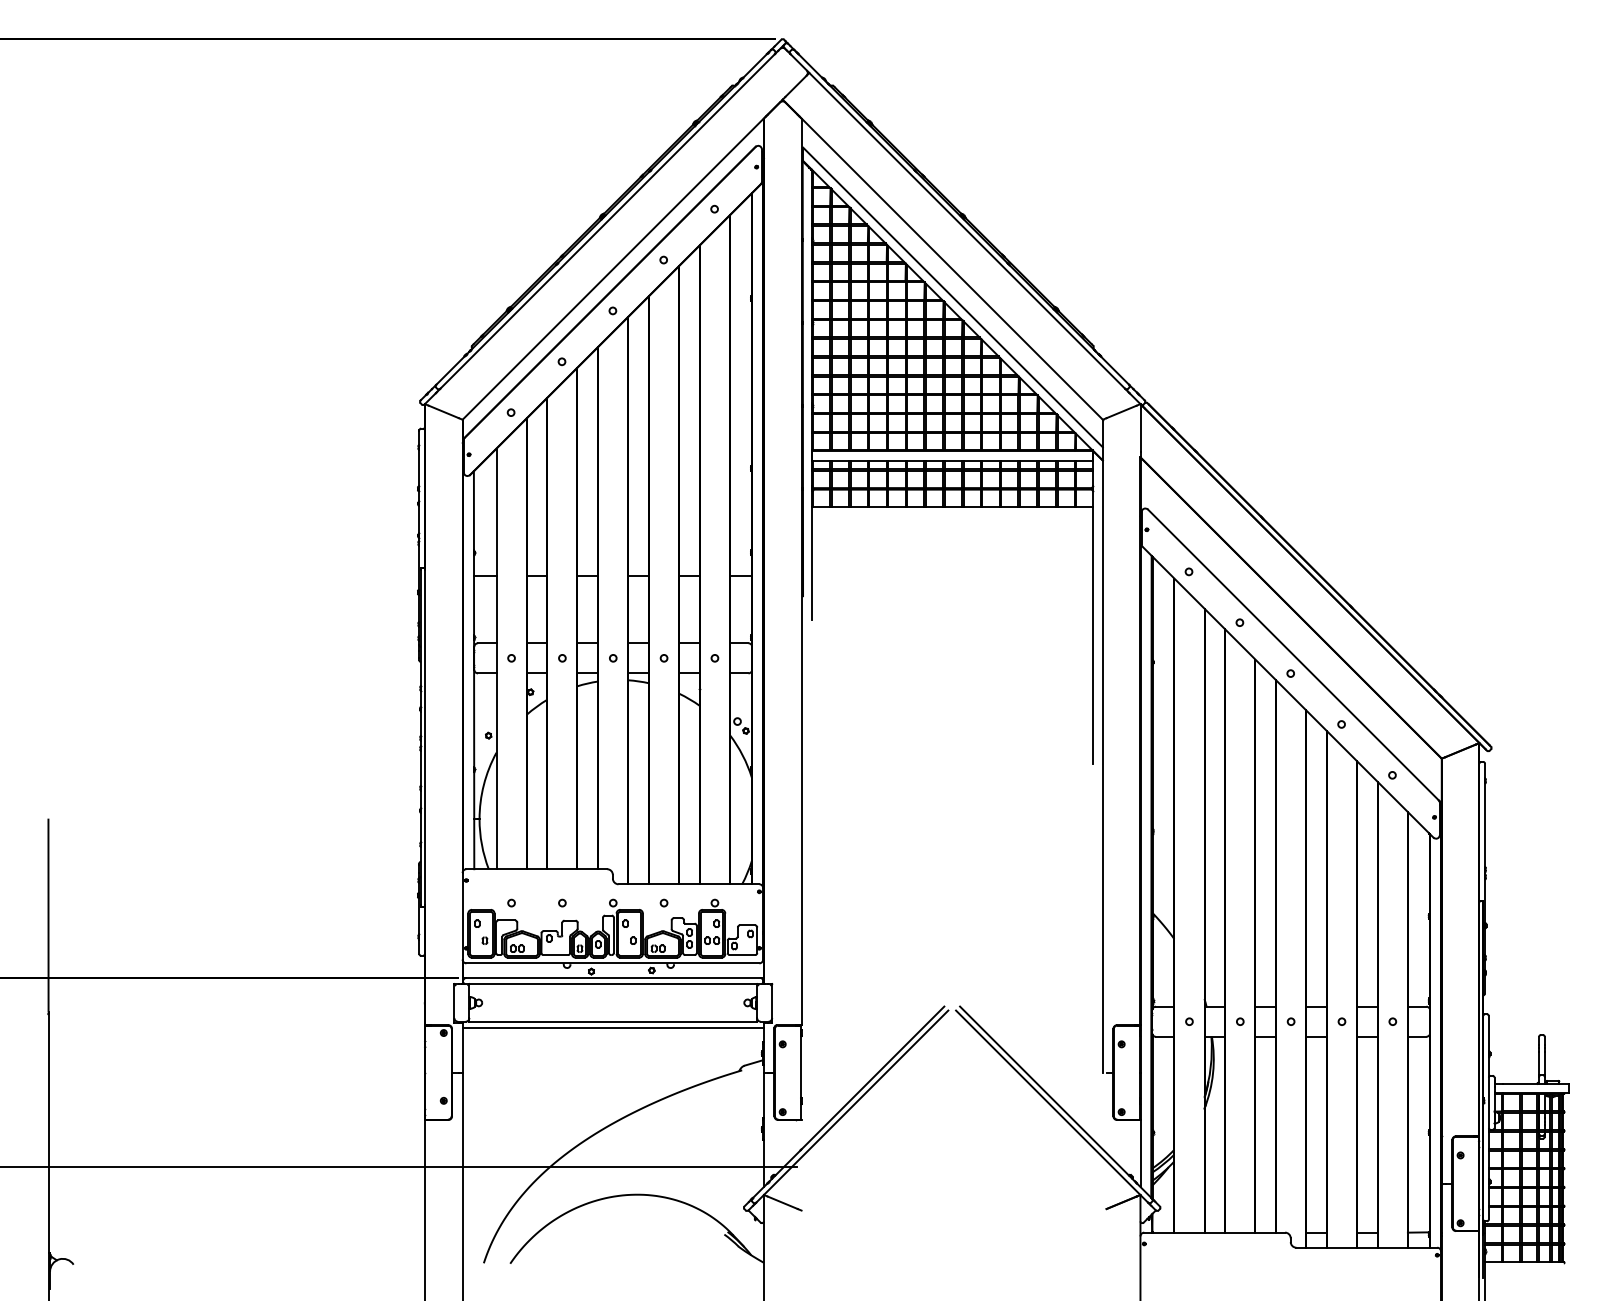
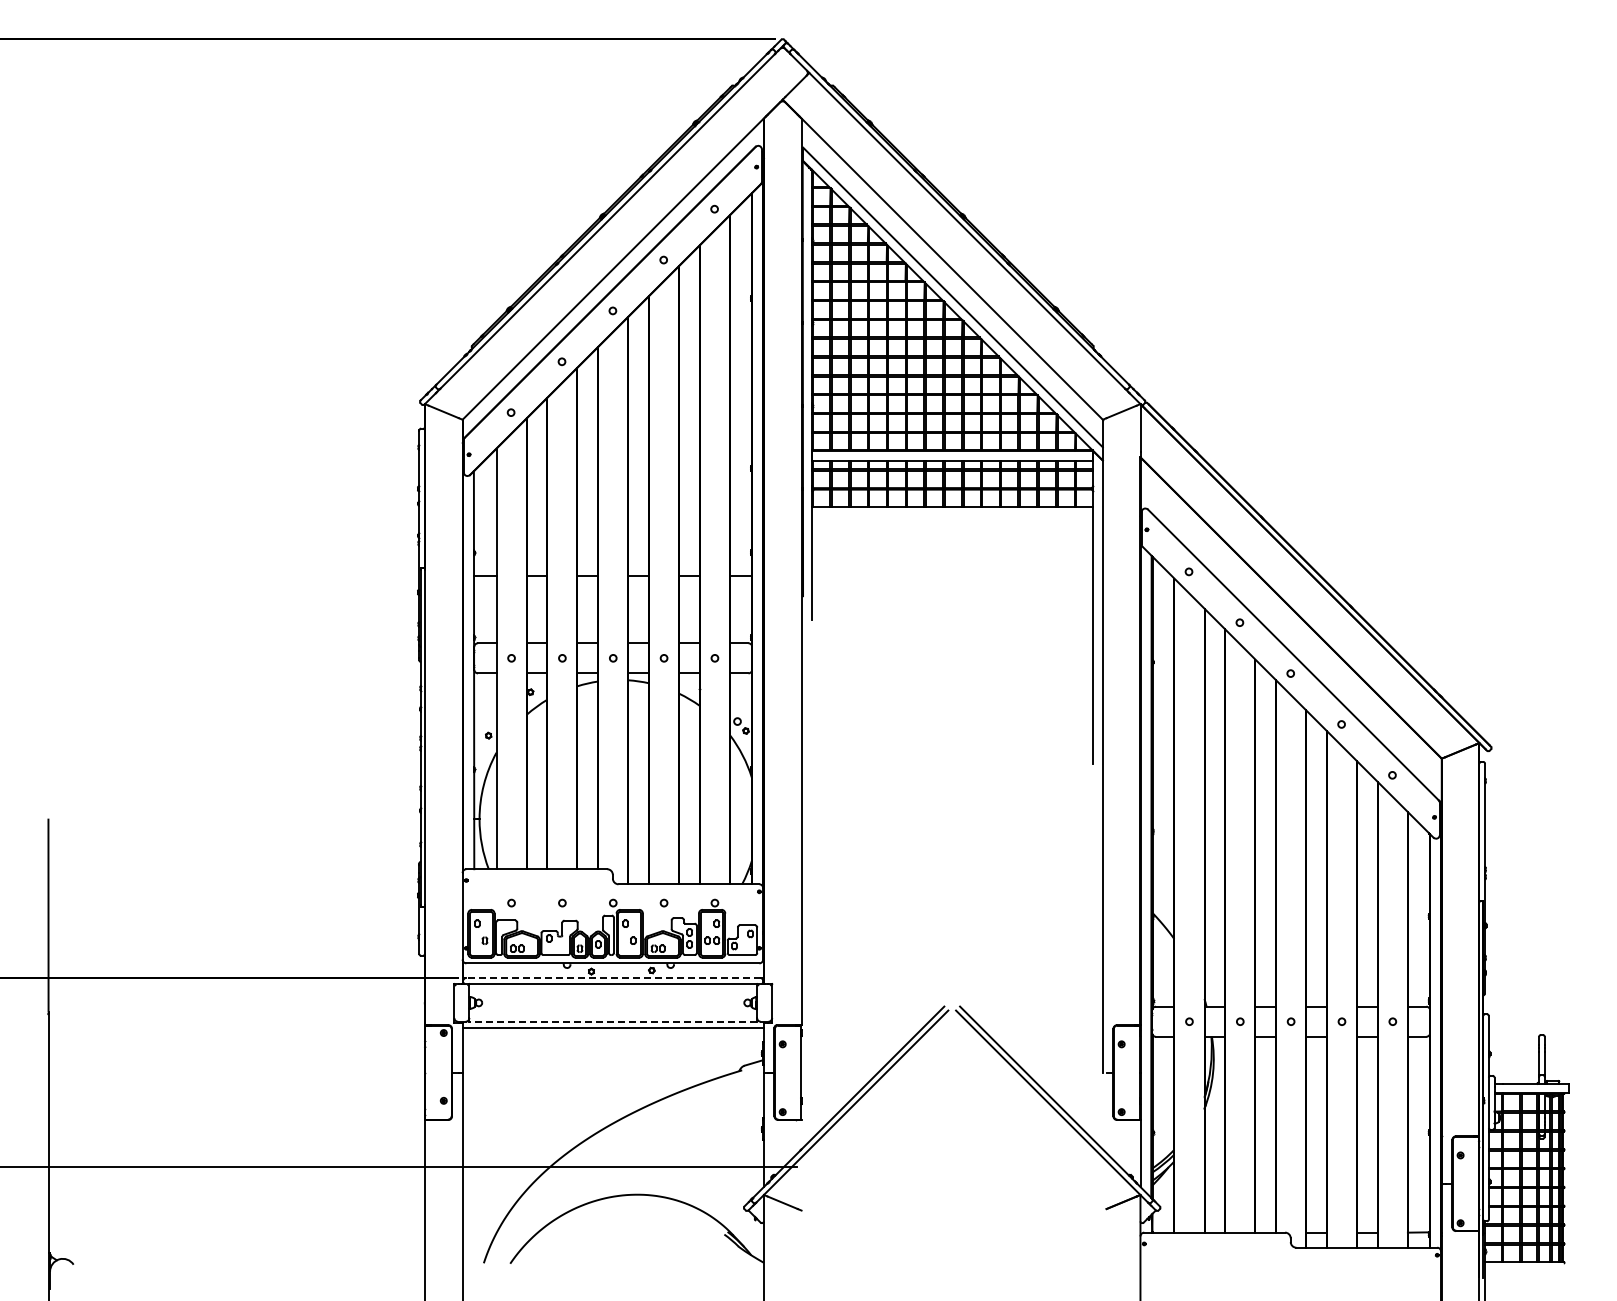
line at (613, 978): solid -> dashed
line at (613, 1021): solid -> dashed
